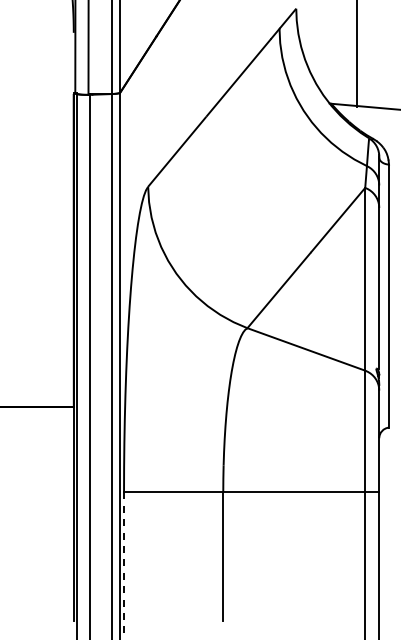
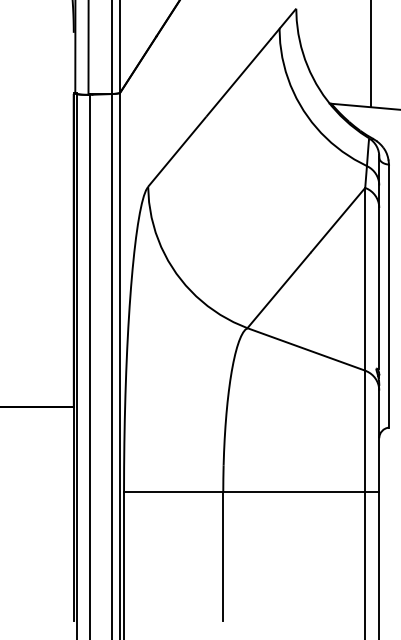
line at (357, 54) position: (357, 54) -> (371, 54)
line at (124, 566): dashed -> solid
